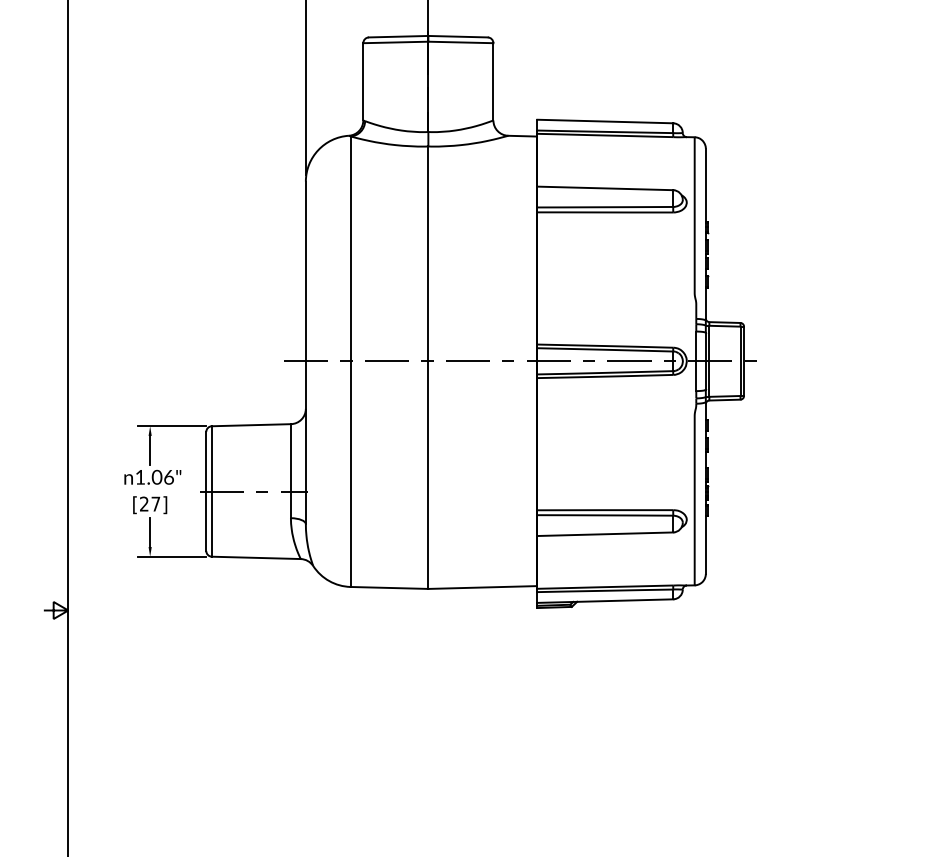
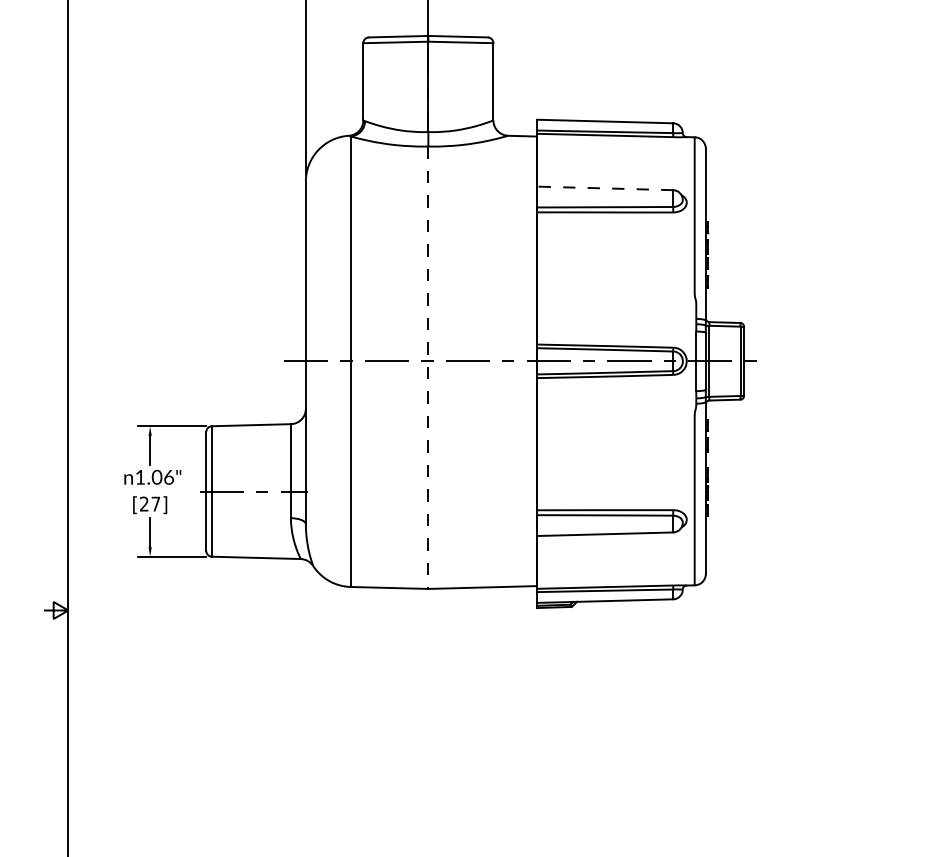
line at (604, 188): solid -> dashed
line at (428, 368): solid -> dashed
